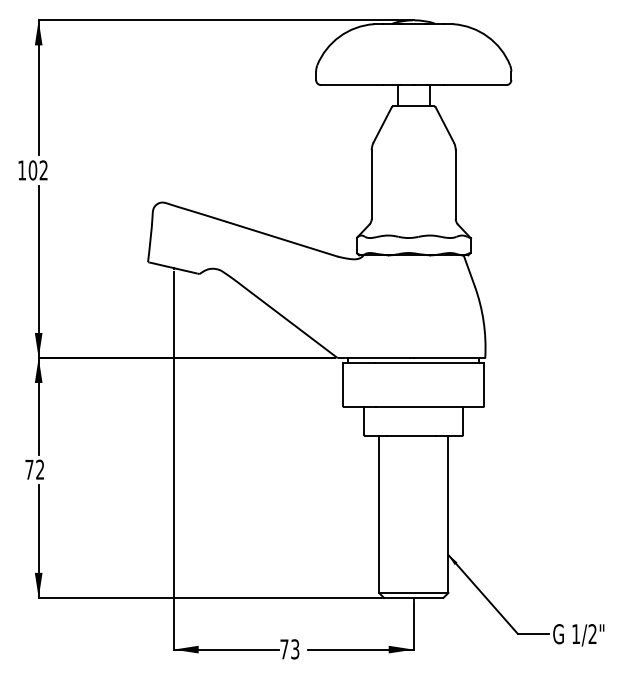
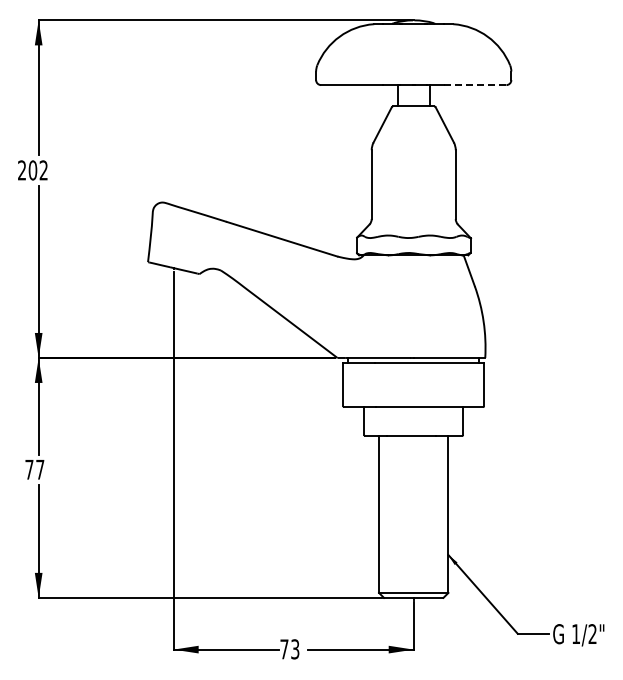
line at (474, 85): solid -> dashed
text at (21, 170): 102 -> 202
text at (40, 469): 72 -> 77
